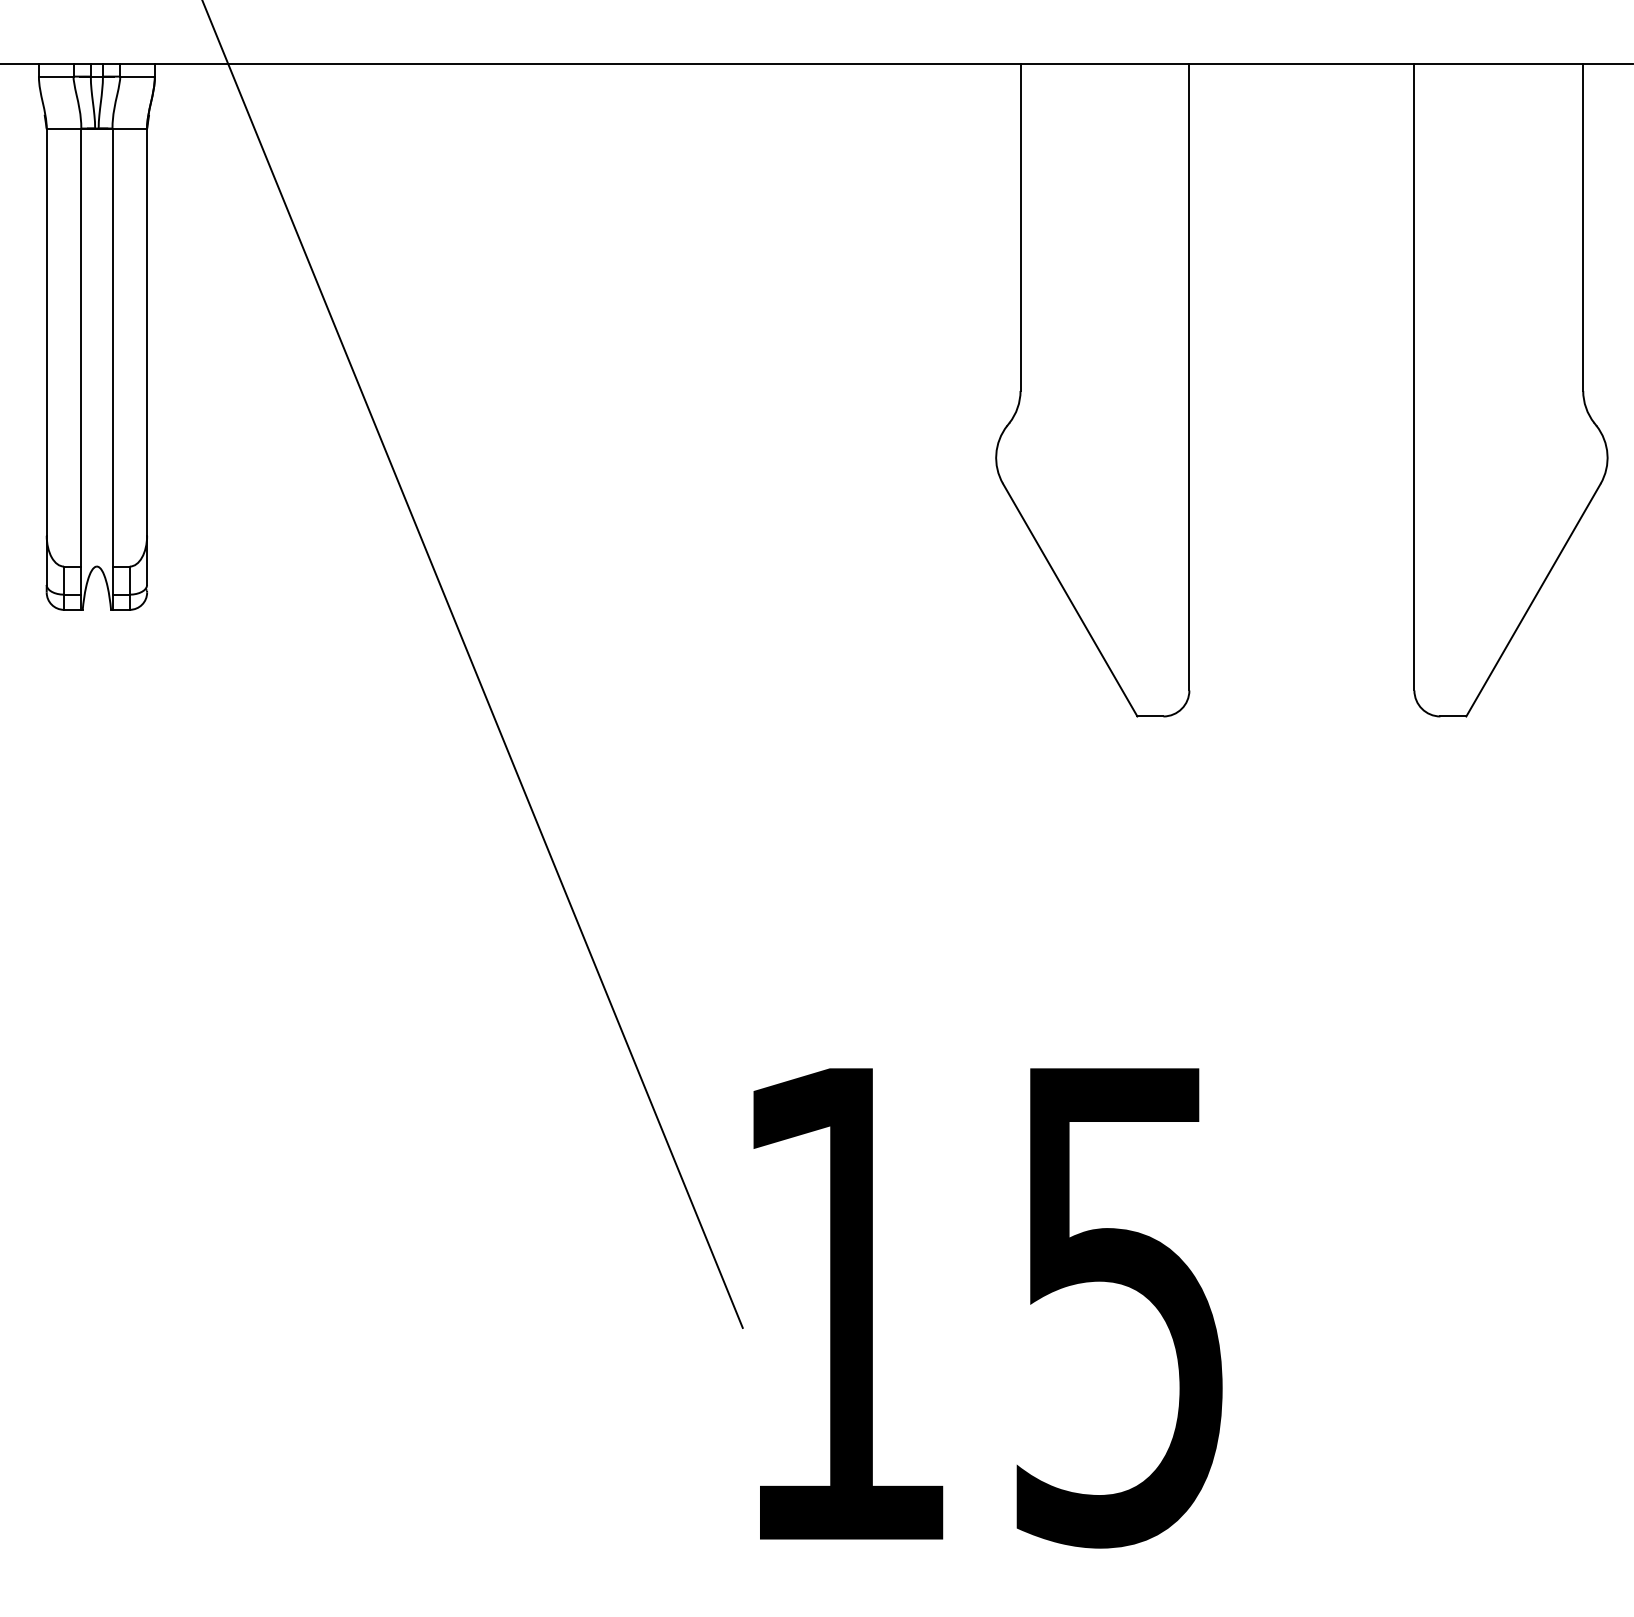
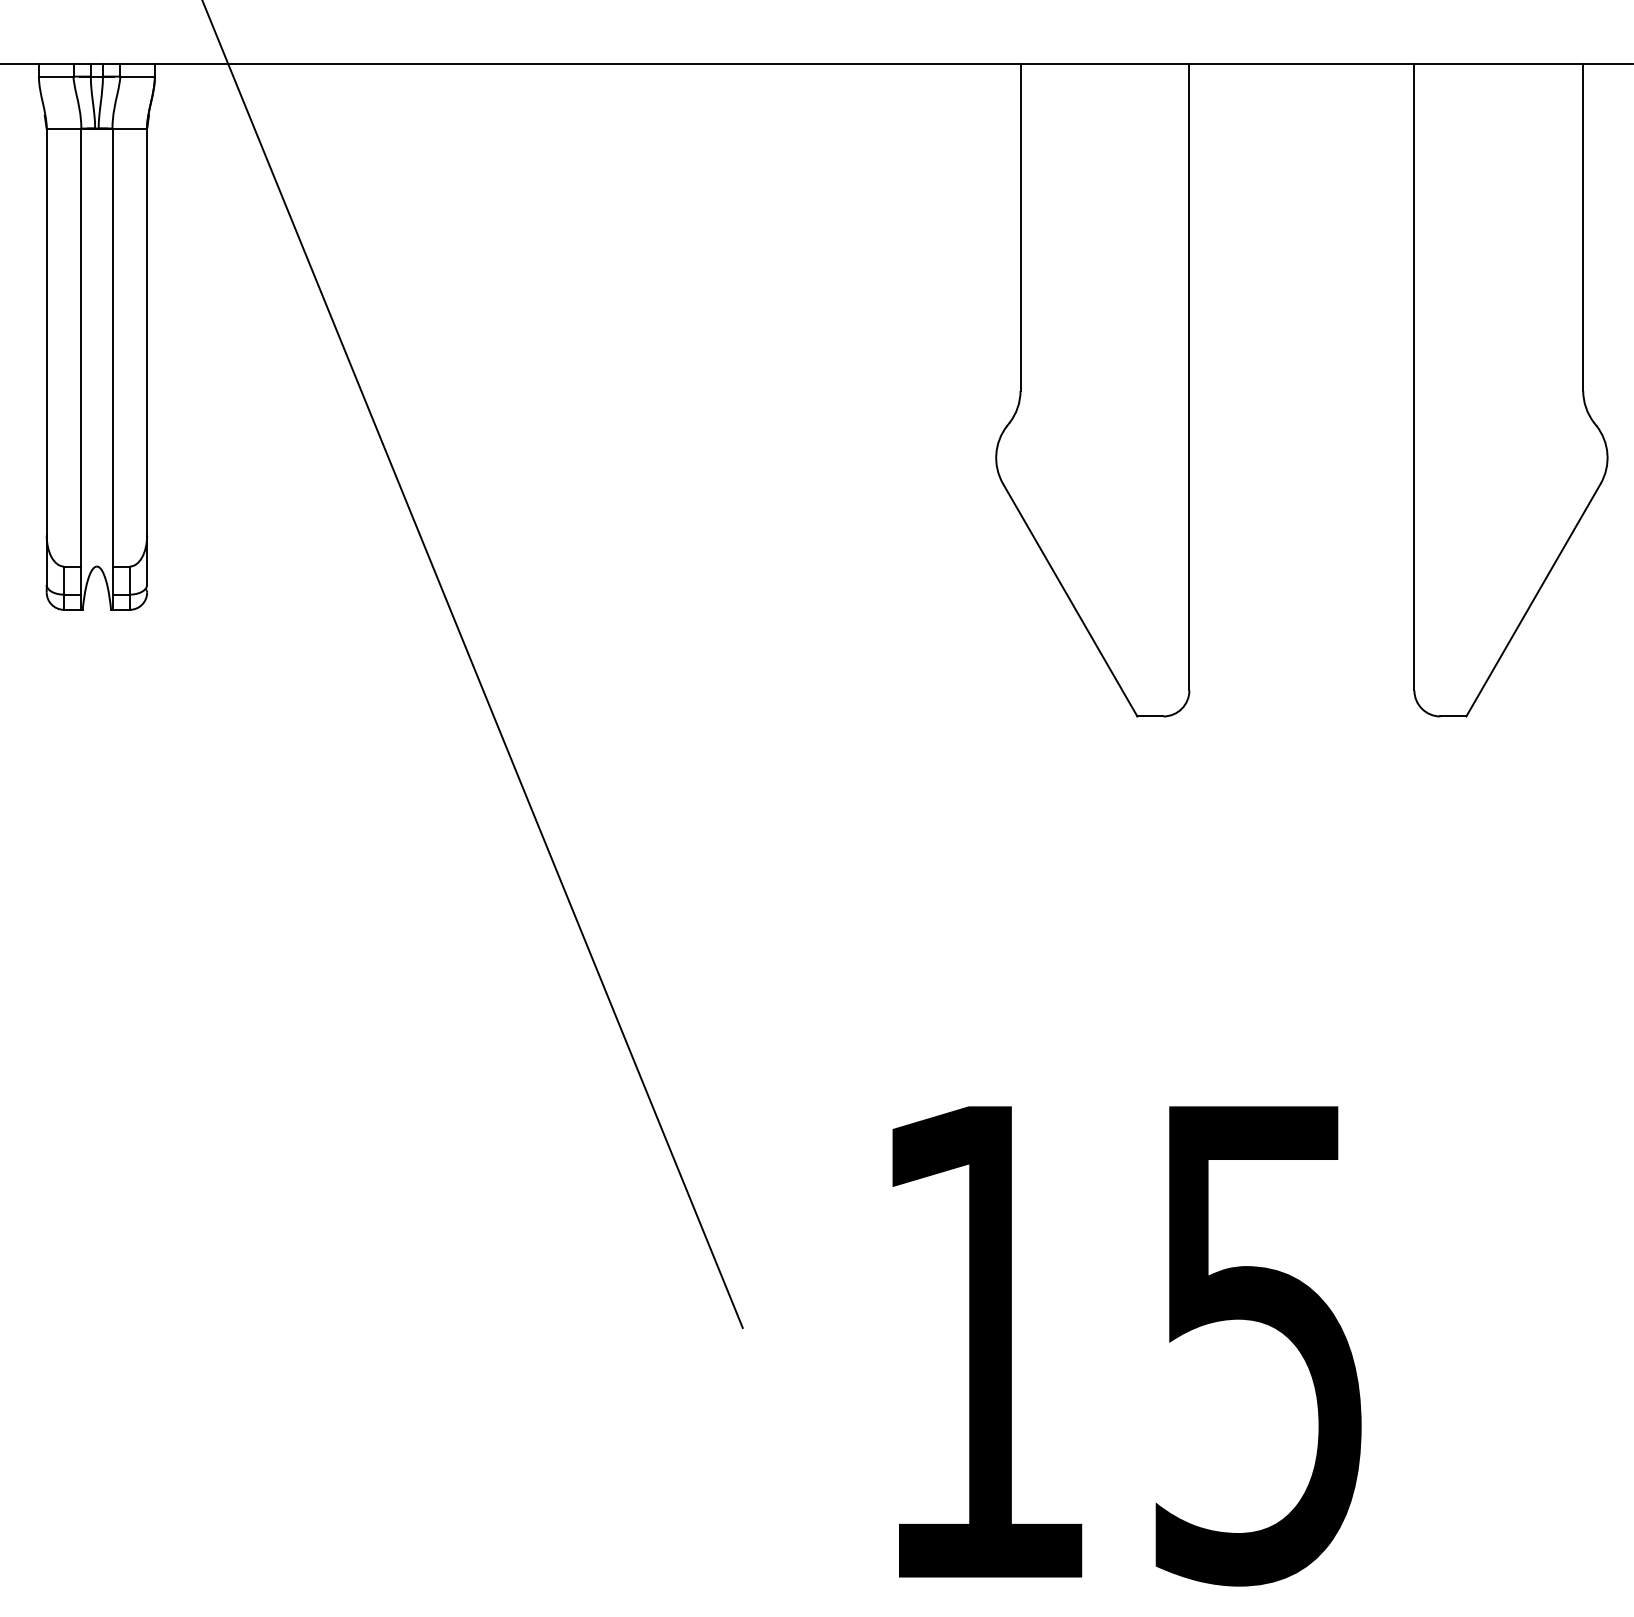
text at (987, 1308) position: (987, 1308) -> (1126, 1346)
